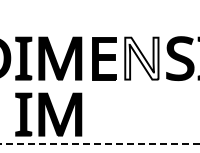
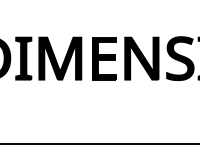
fill at (141, 58): none -> present
part at (48, 114): present -> none
line at (99, 144): dashed -> solid
